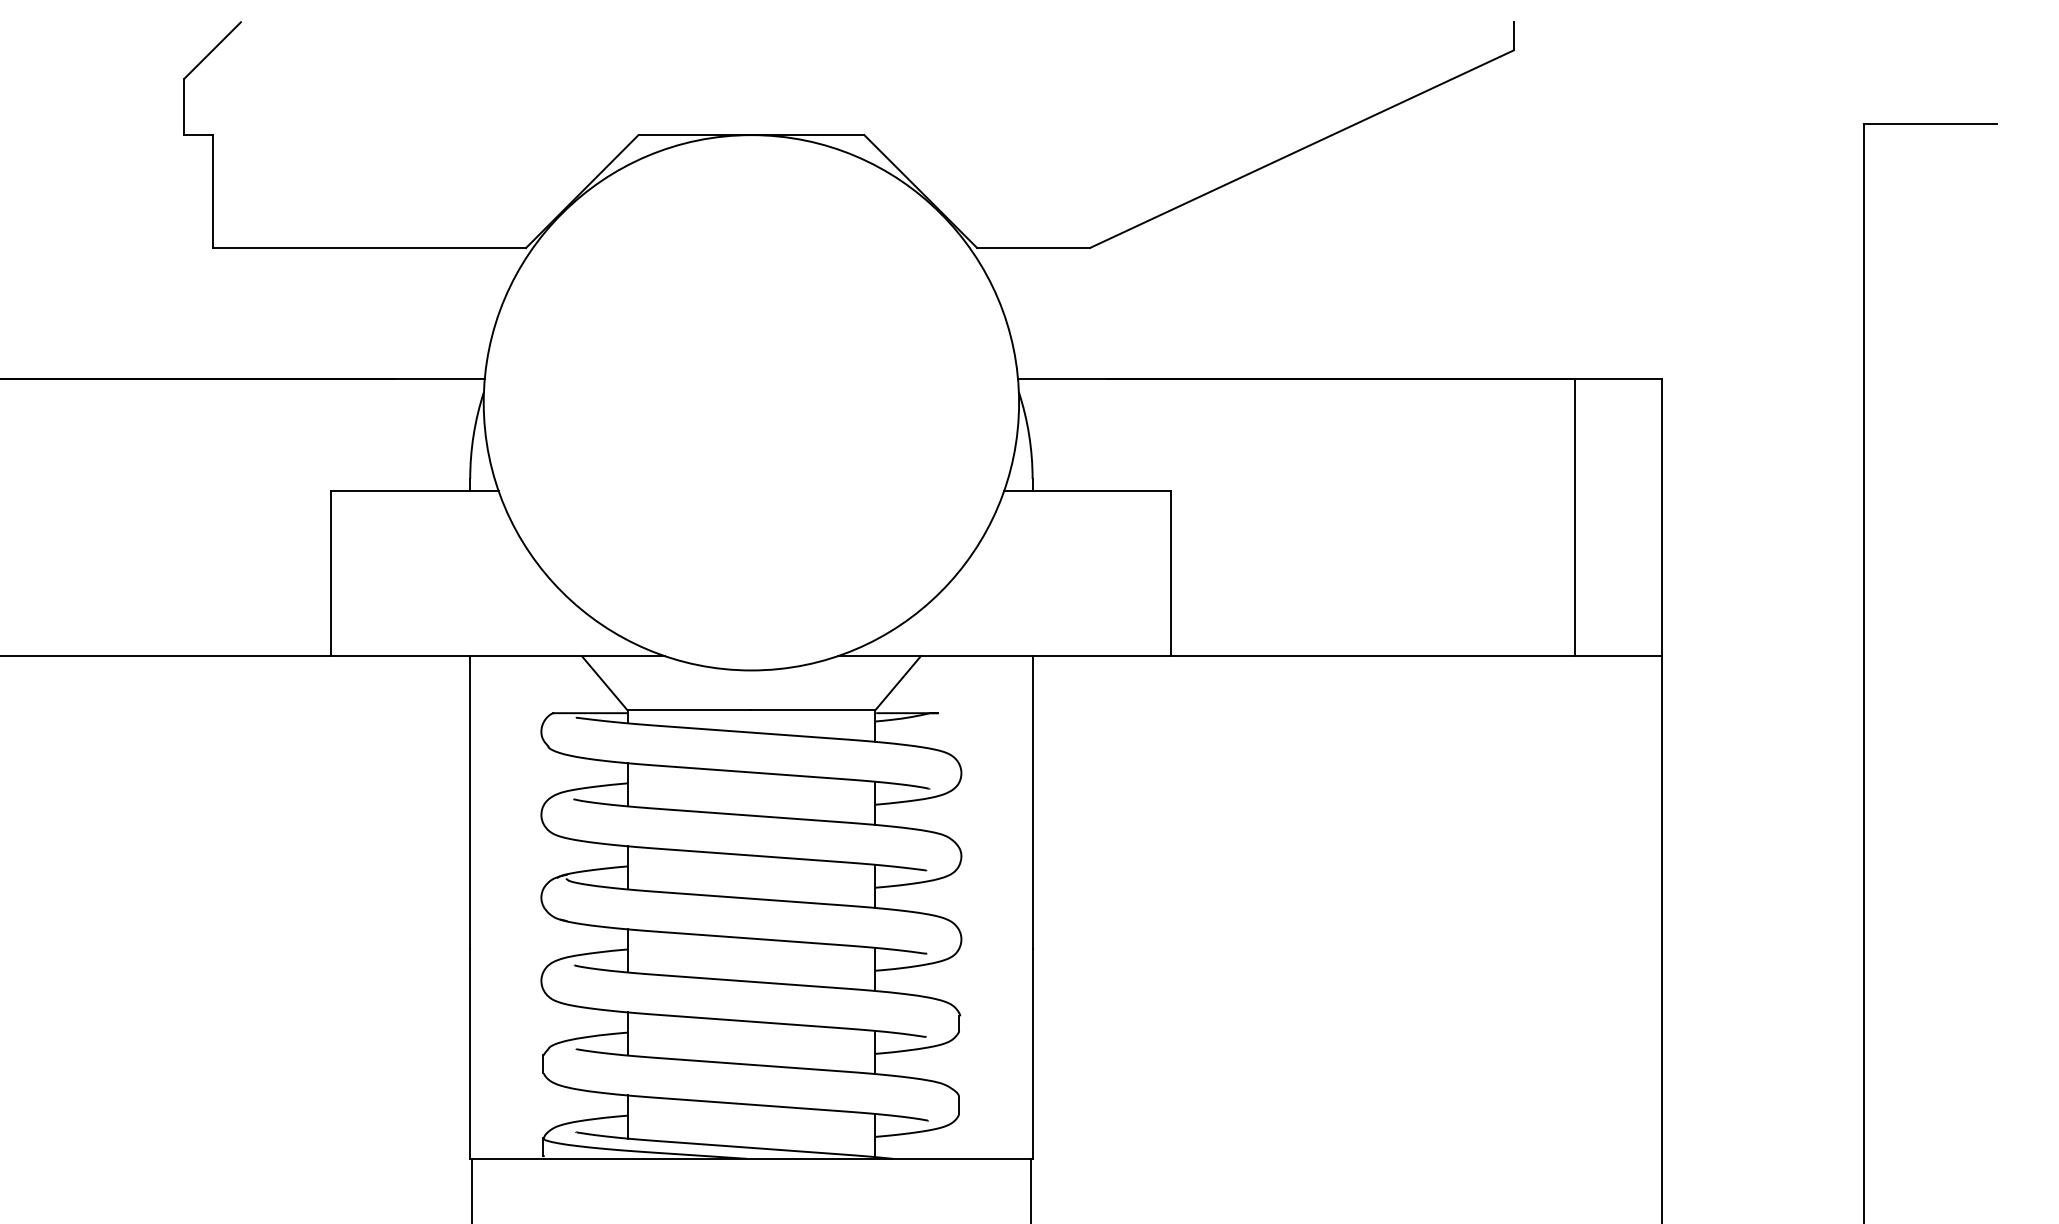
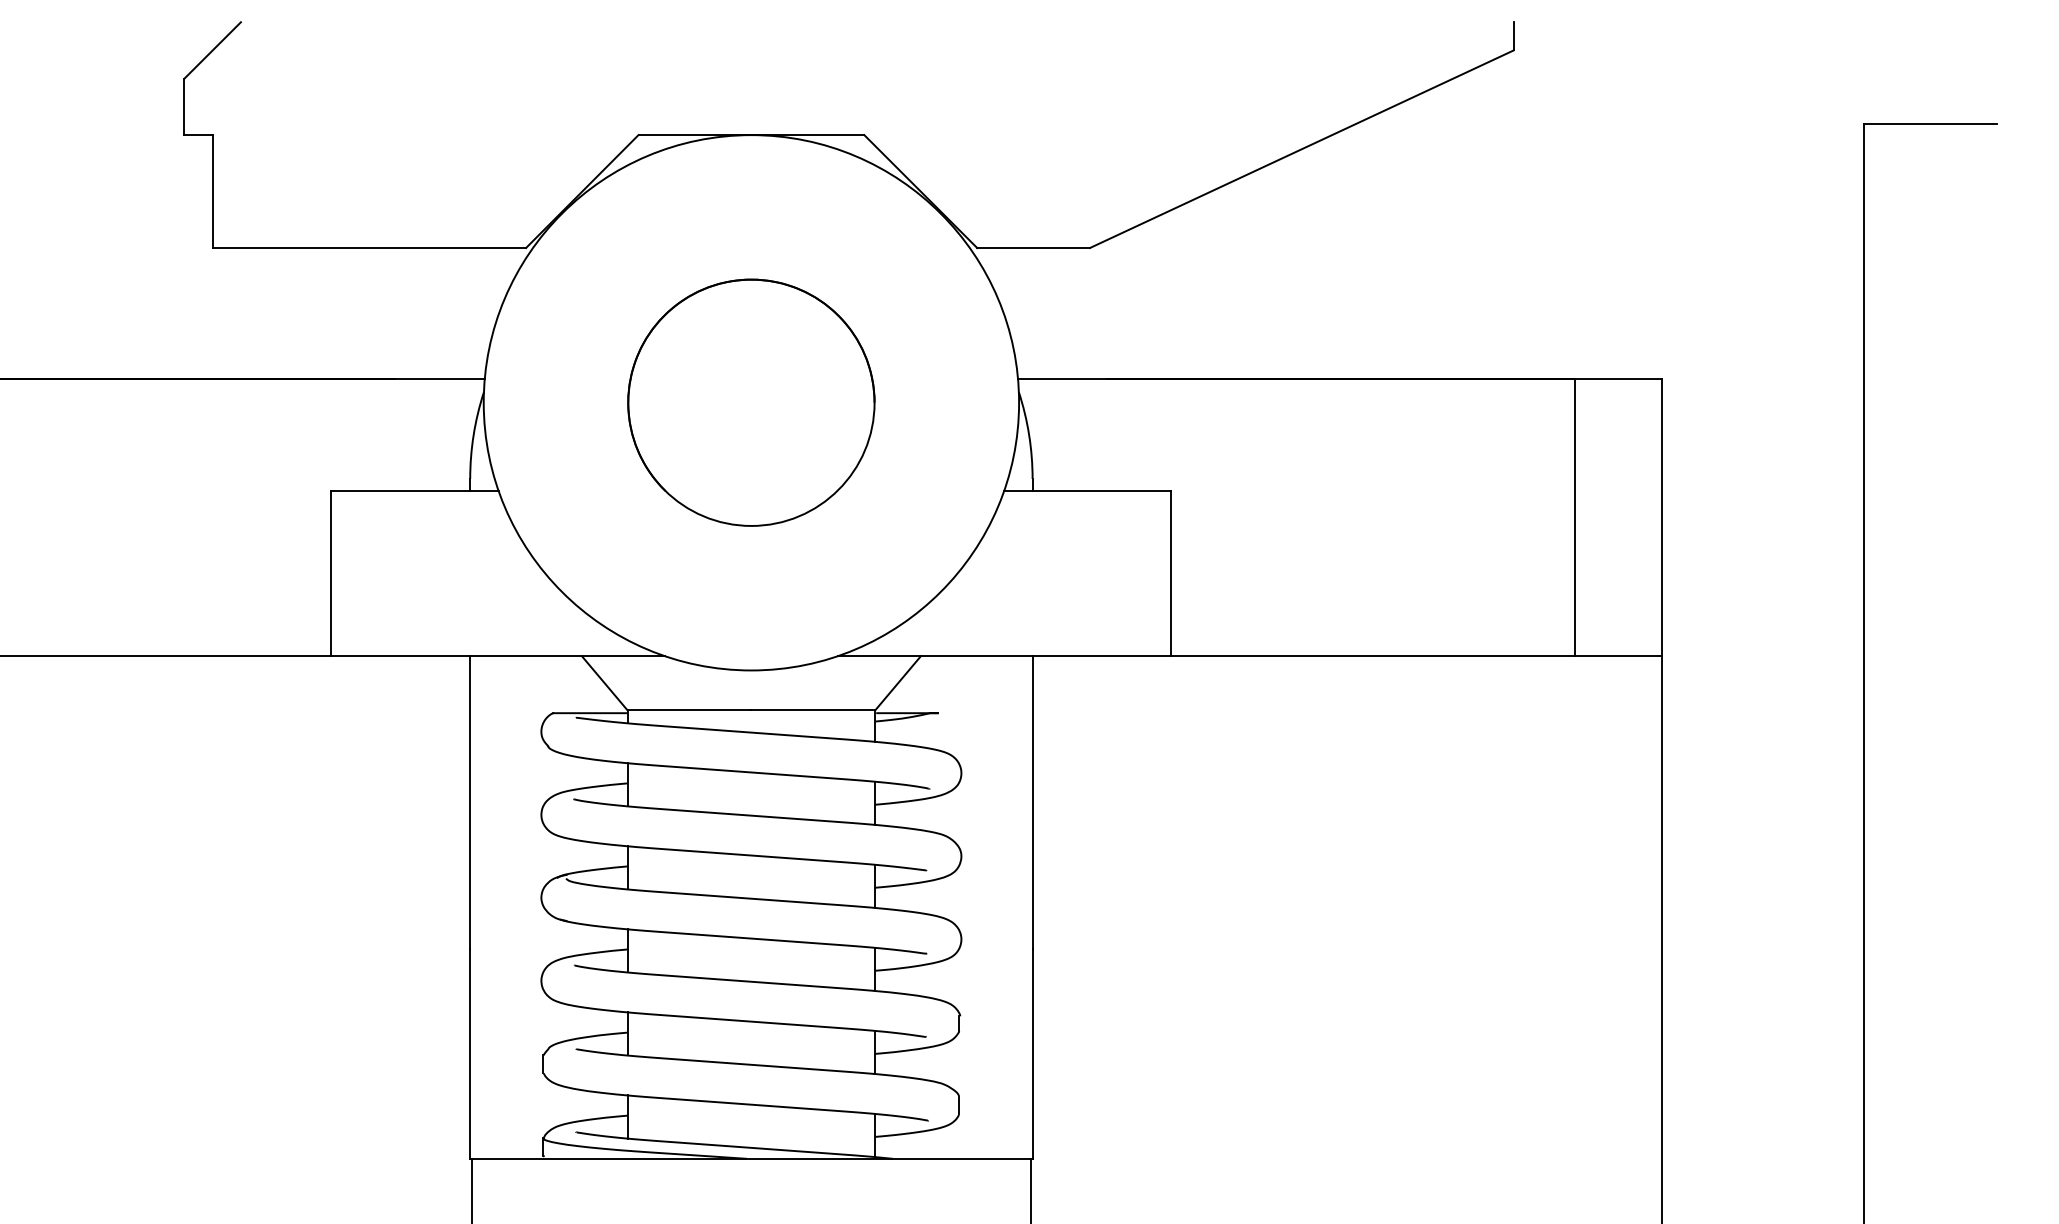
circle at (751, 402): none -> present
